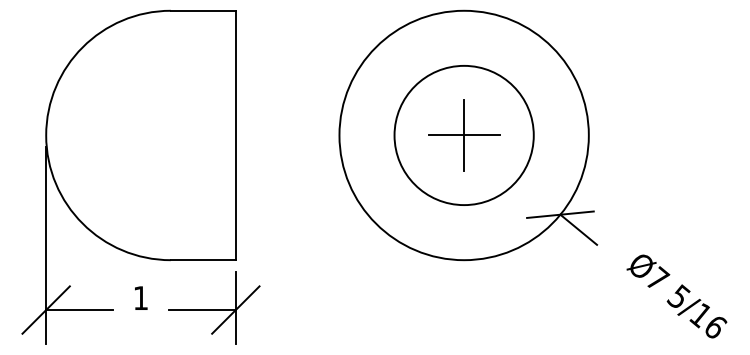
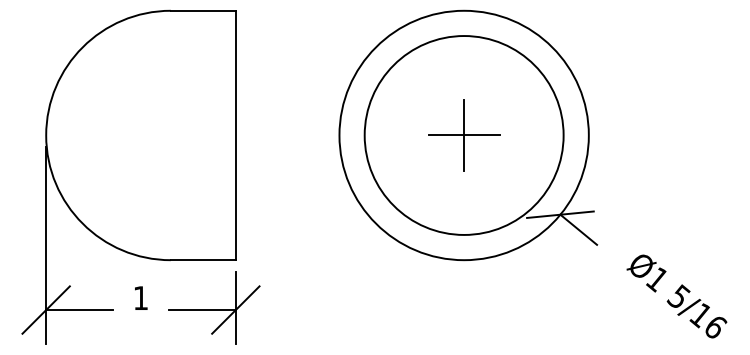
circle at (463, 135) diameter: 139 px -> 199 px
text at (658, 279): Ø7 -> Ø1
